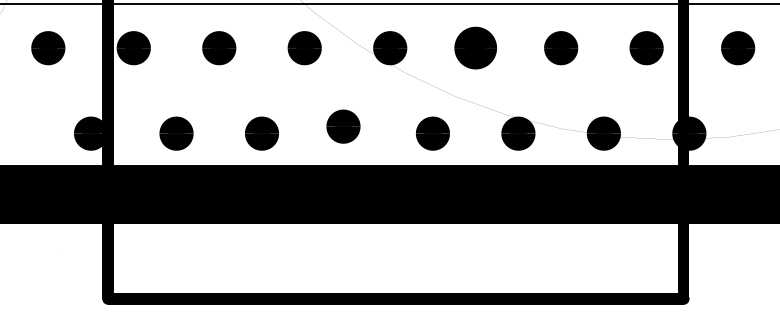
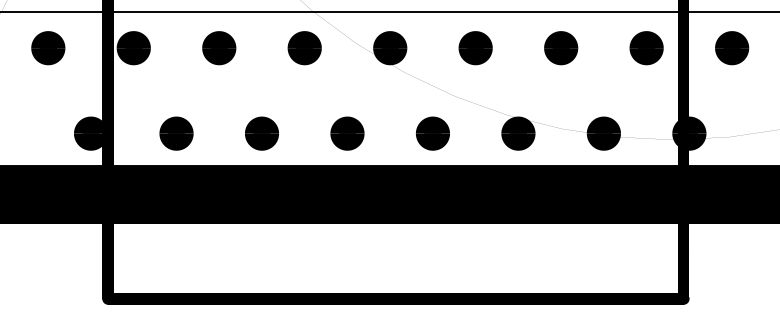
line at (389, 4) position: (389, 4) -> (389, 12)
part at (475, 47) size: 43x44 px -> 35x35 px
part at (738, 48) position: (738, 48) -> (732, 48)
part at (343, 126) position: (343, 126) -> (347, 133)
